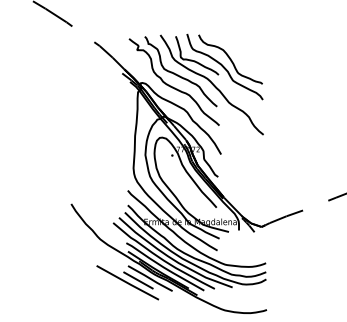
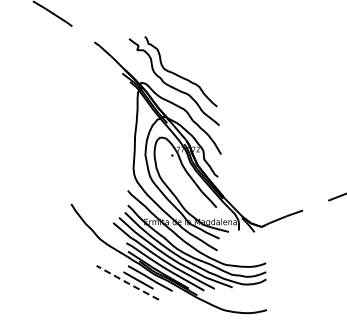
part at (211, 84): present -> none
line at (127, 282): solid -> dashed
